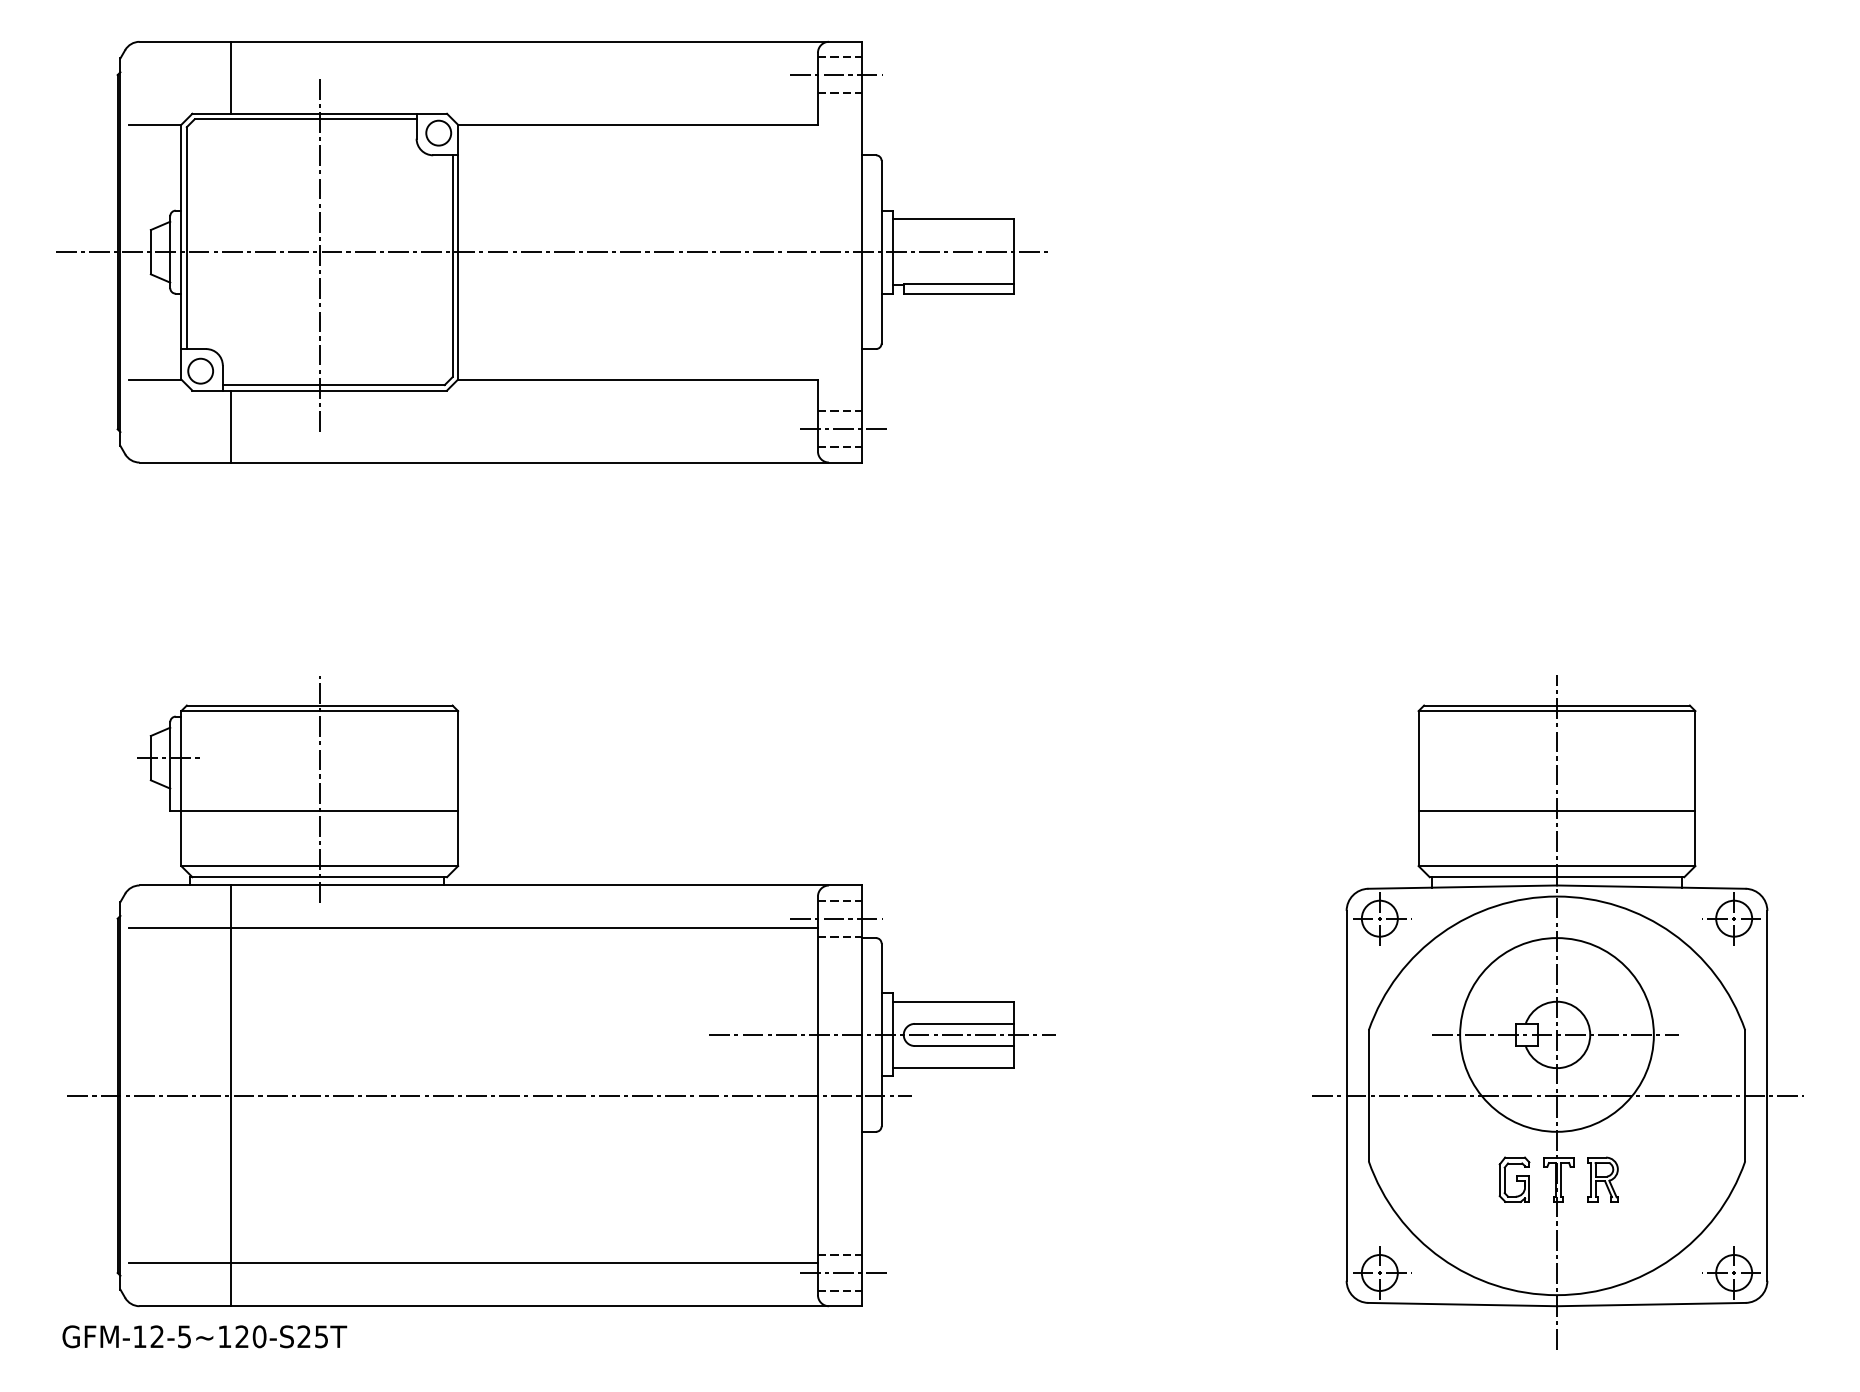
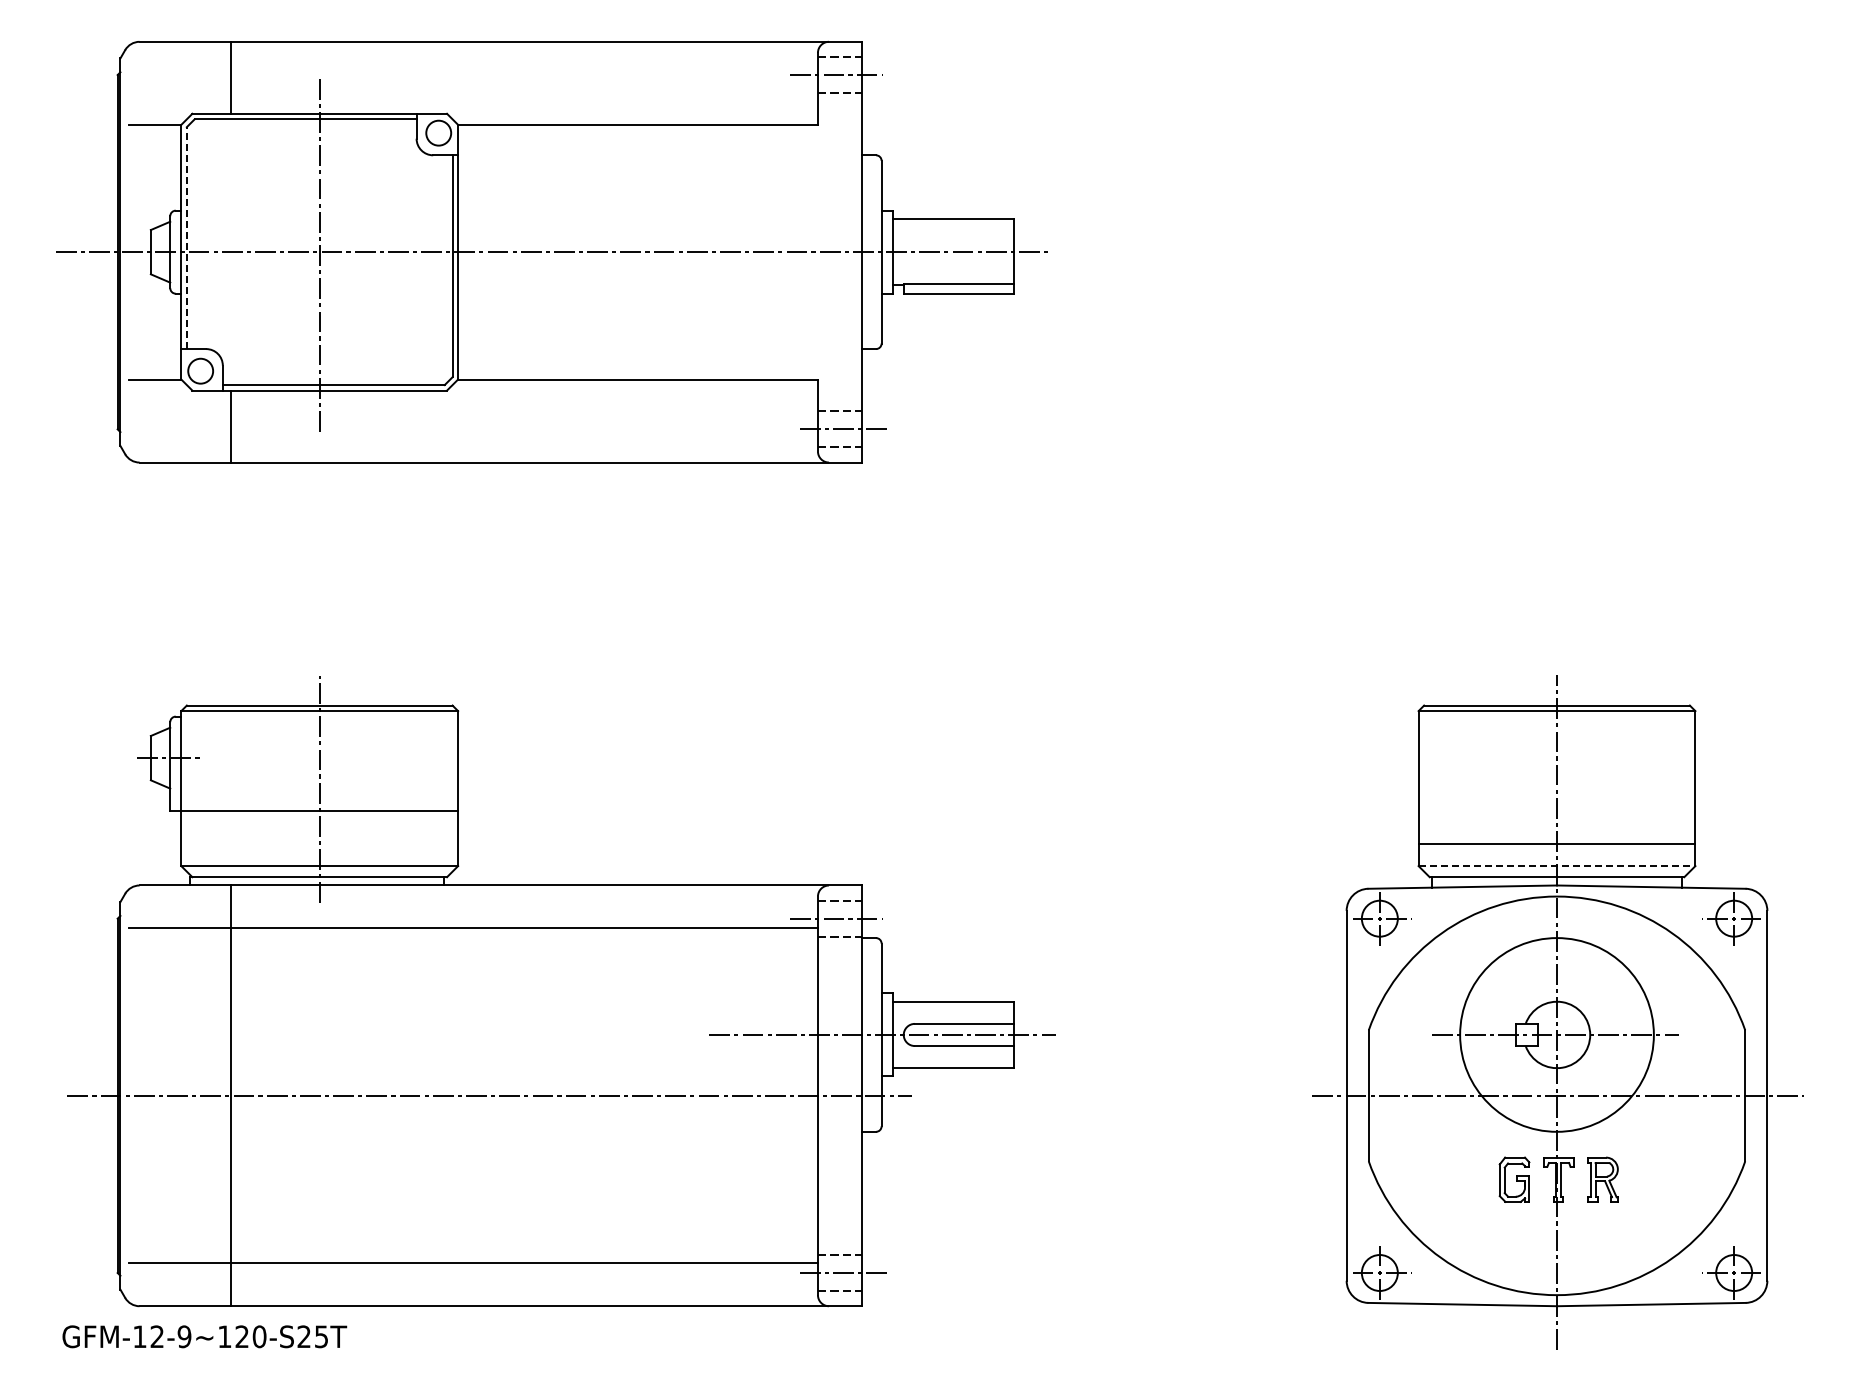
line at (186, 238): solid -> dashed
line at (1556, 810) position: (1556, 810) -> (1556, 843)
line at (1557, 866): solid -> dashed
text at (184, 1336): GFM-12-5~120-S25T -> GFM-12-9~120-S25T
